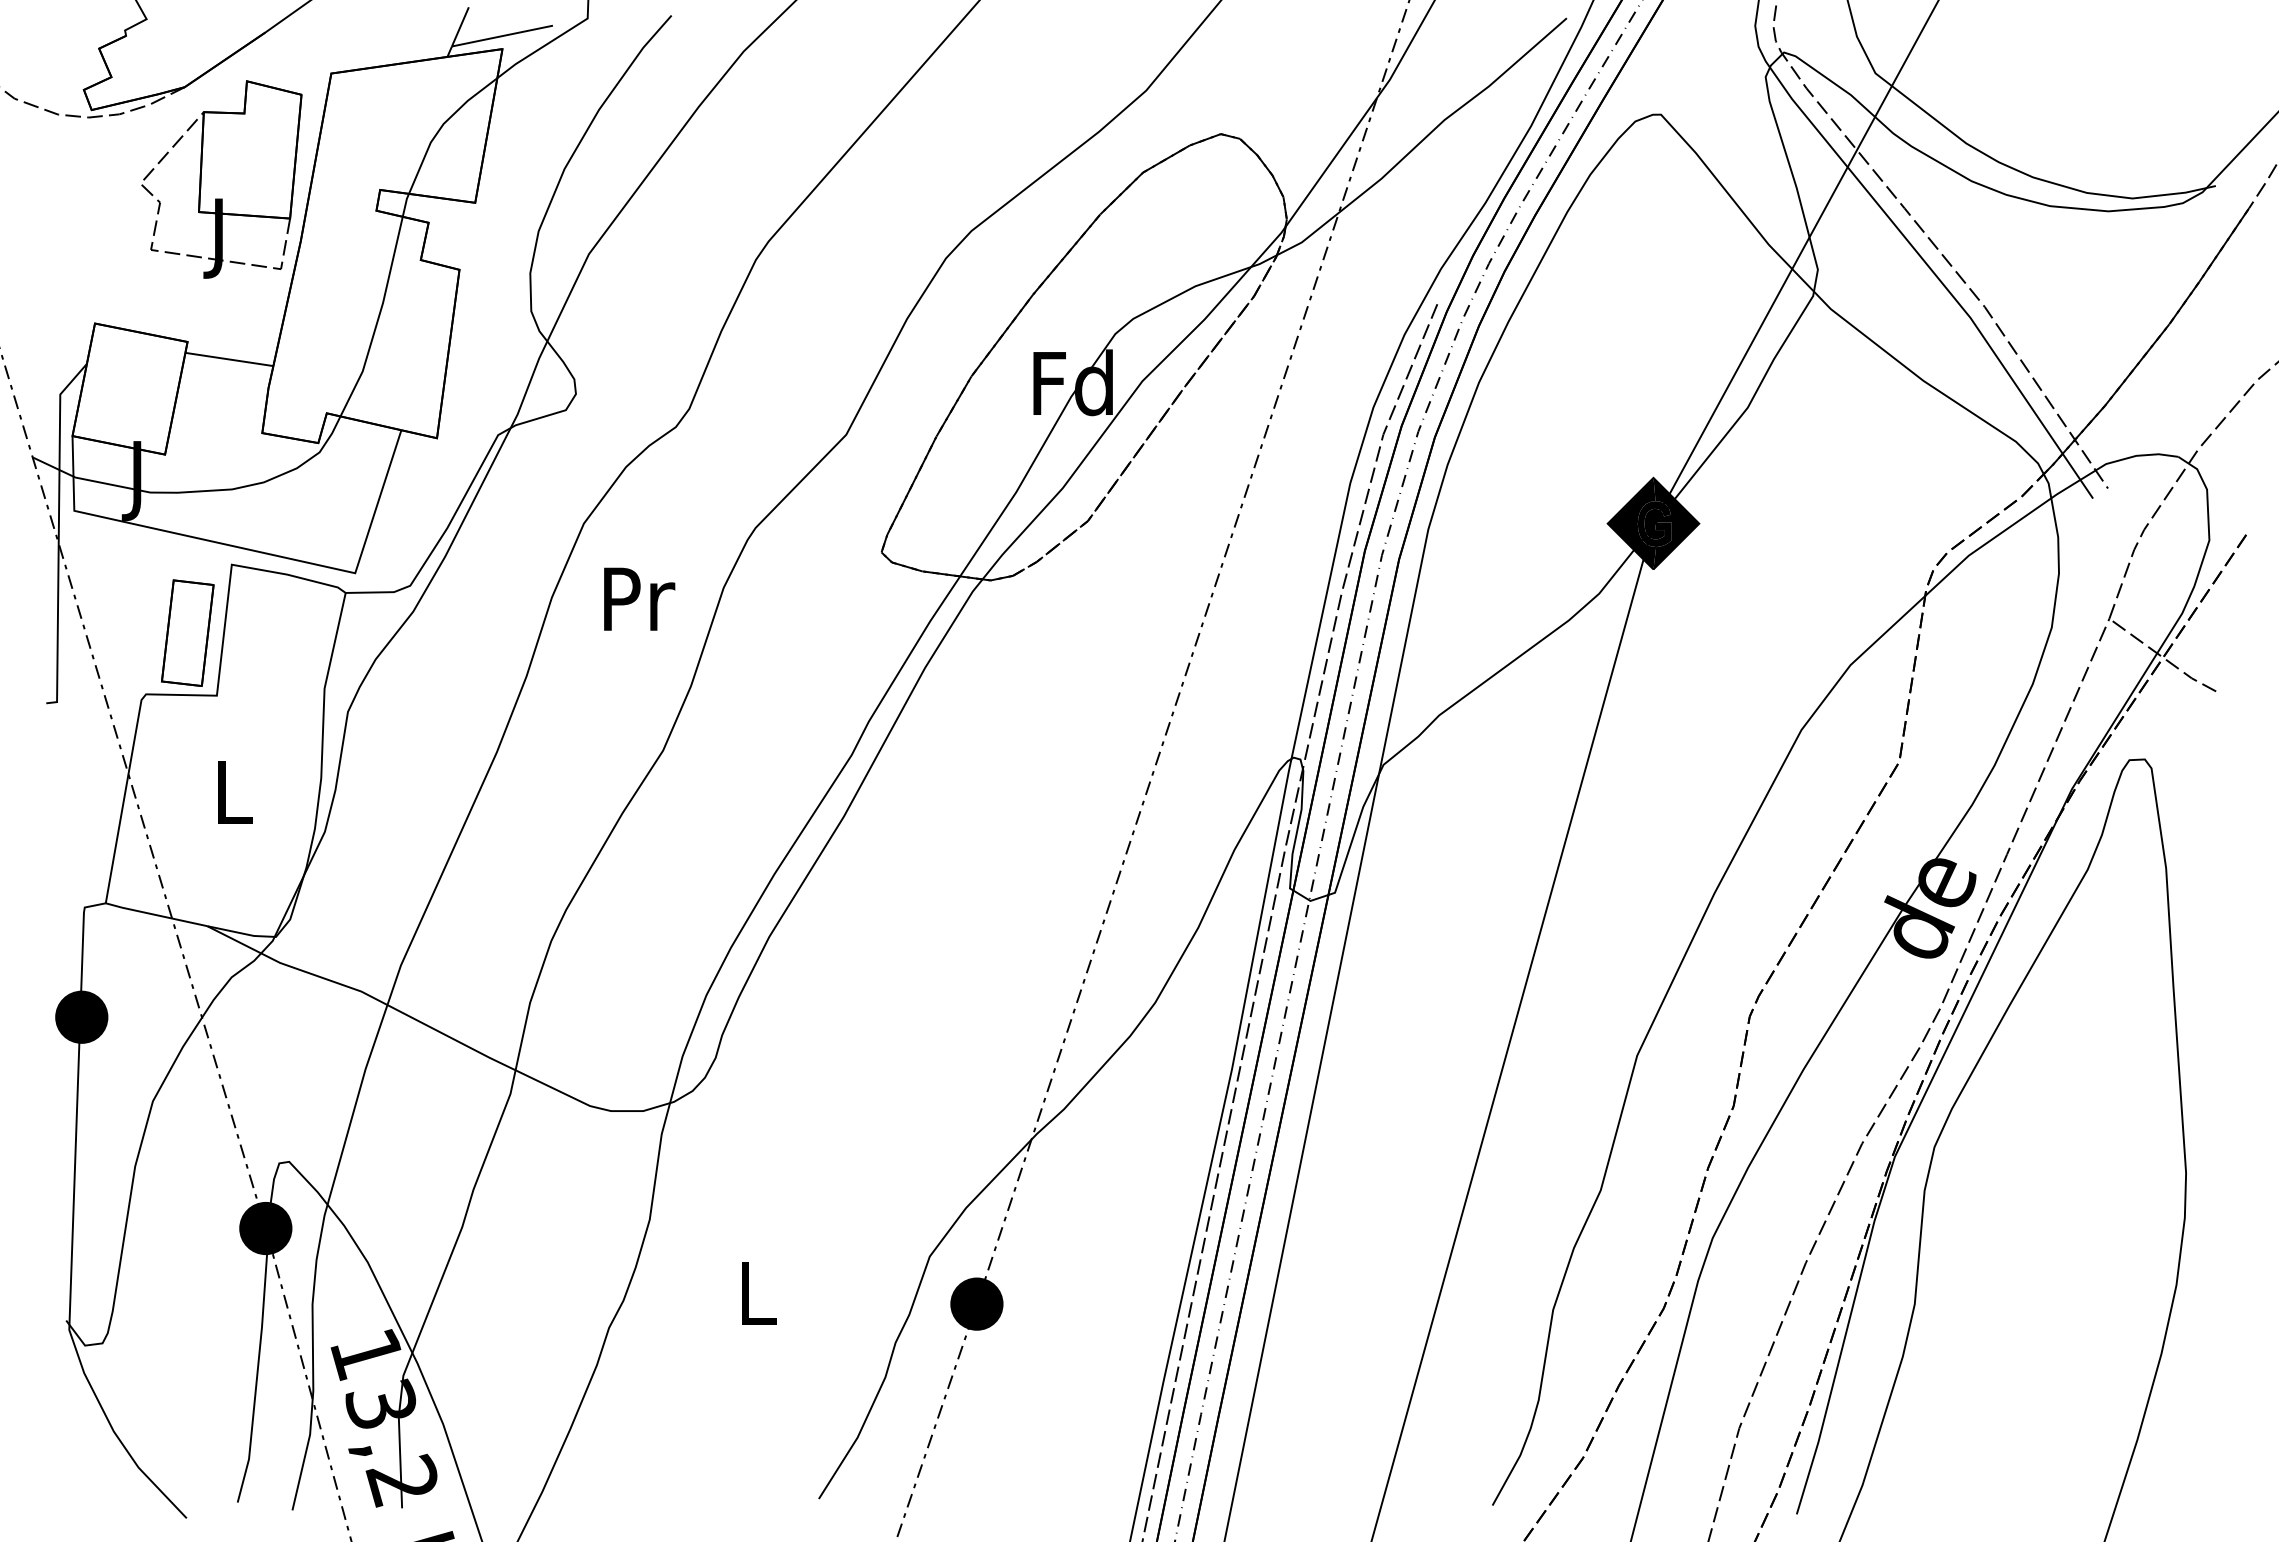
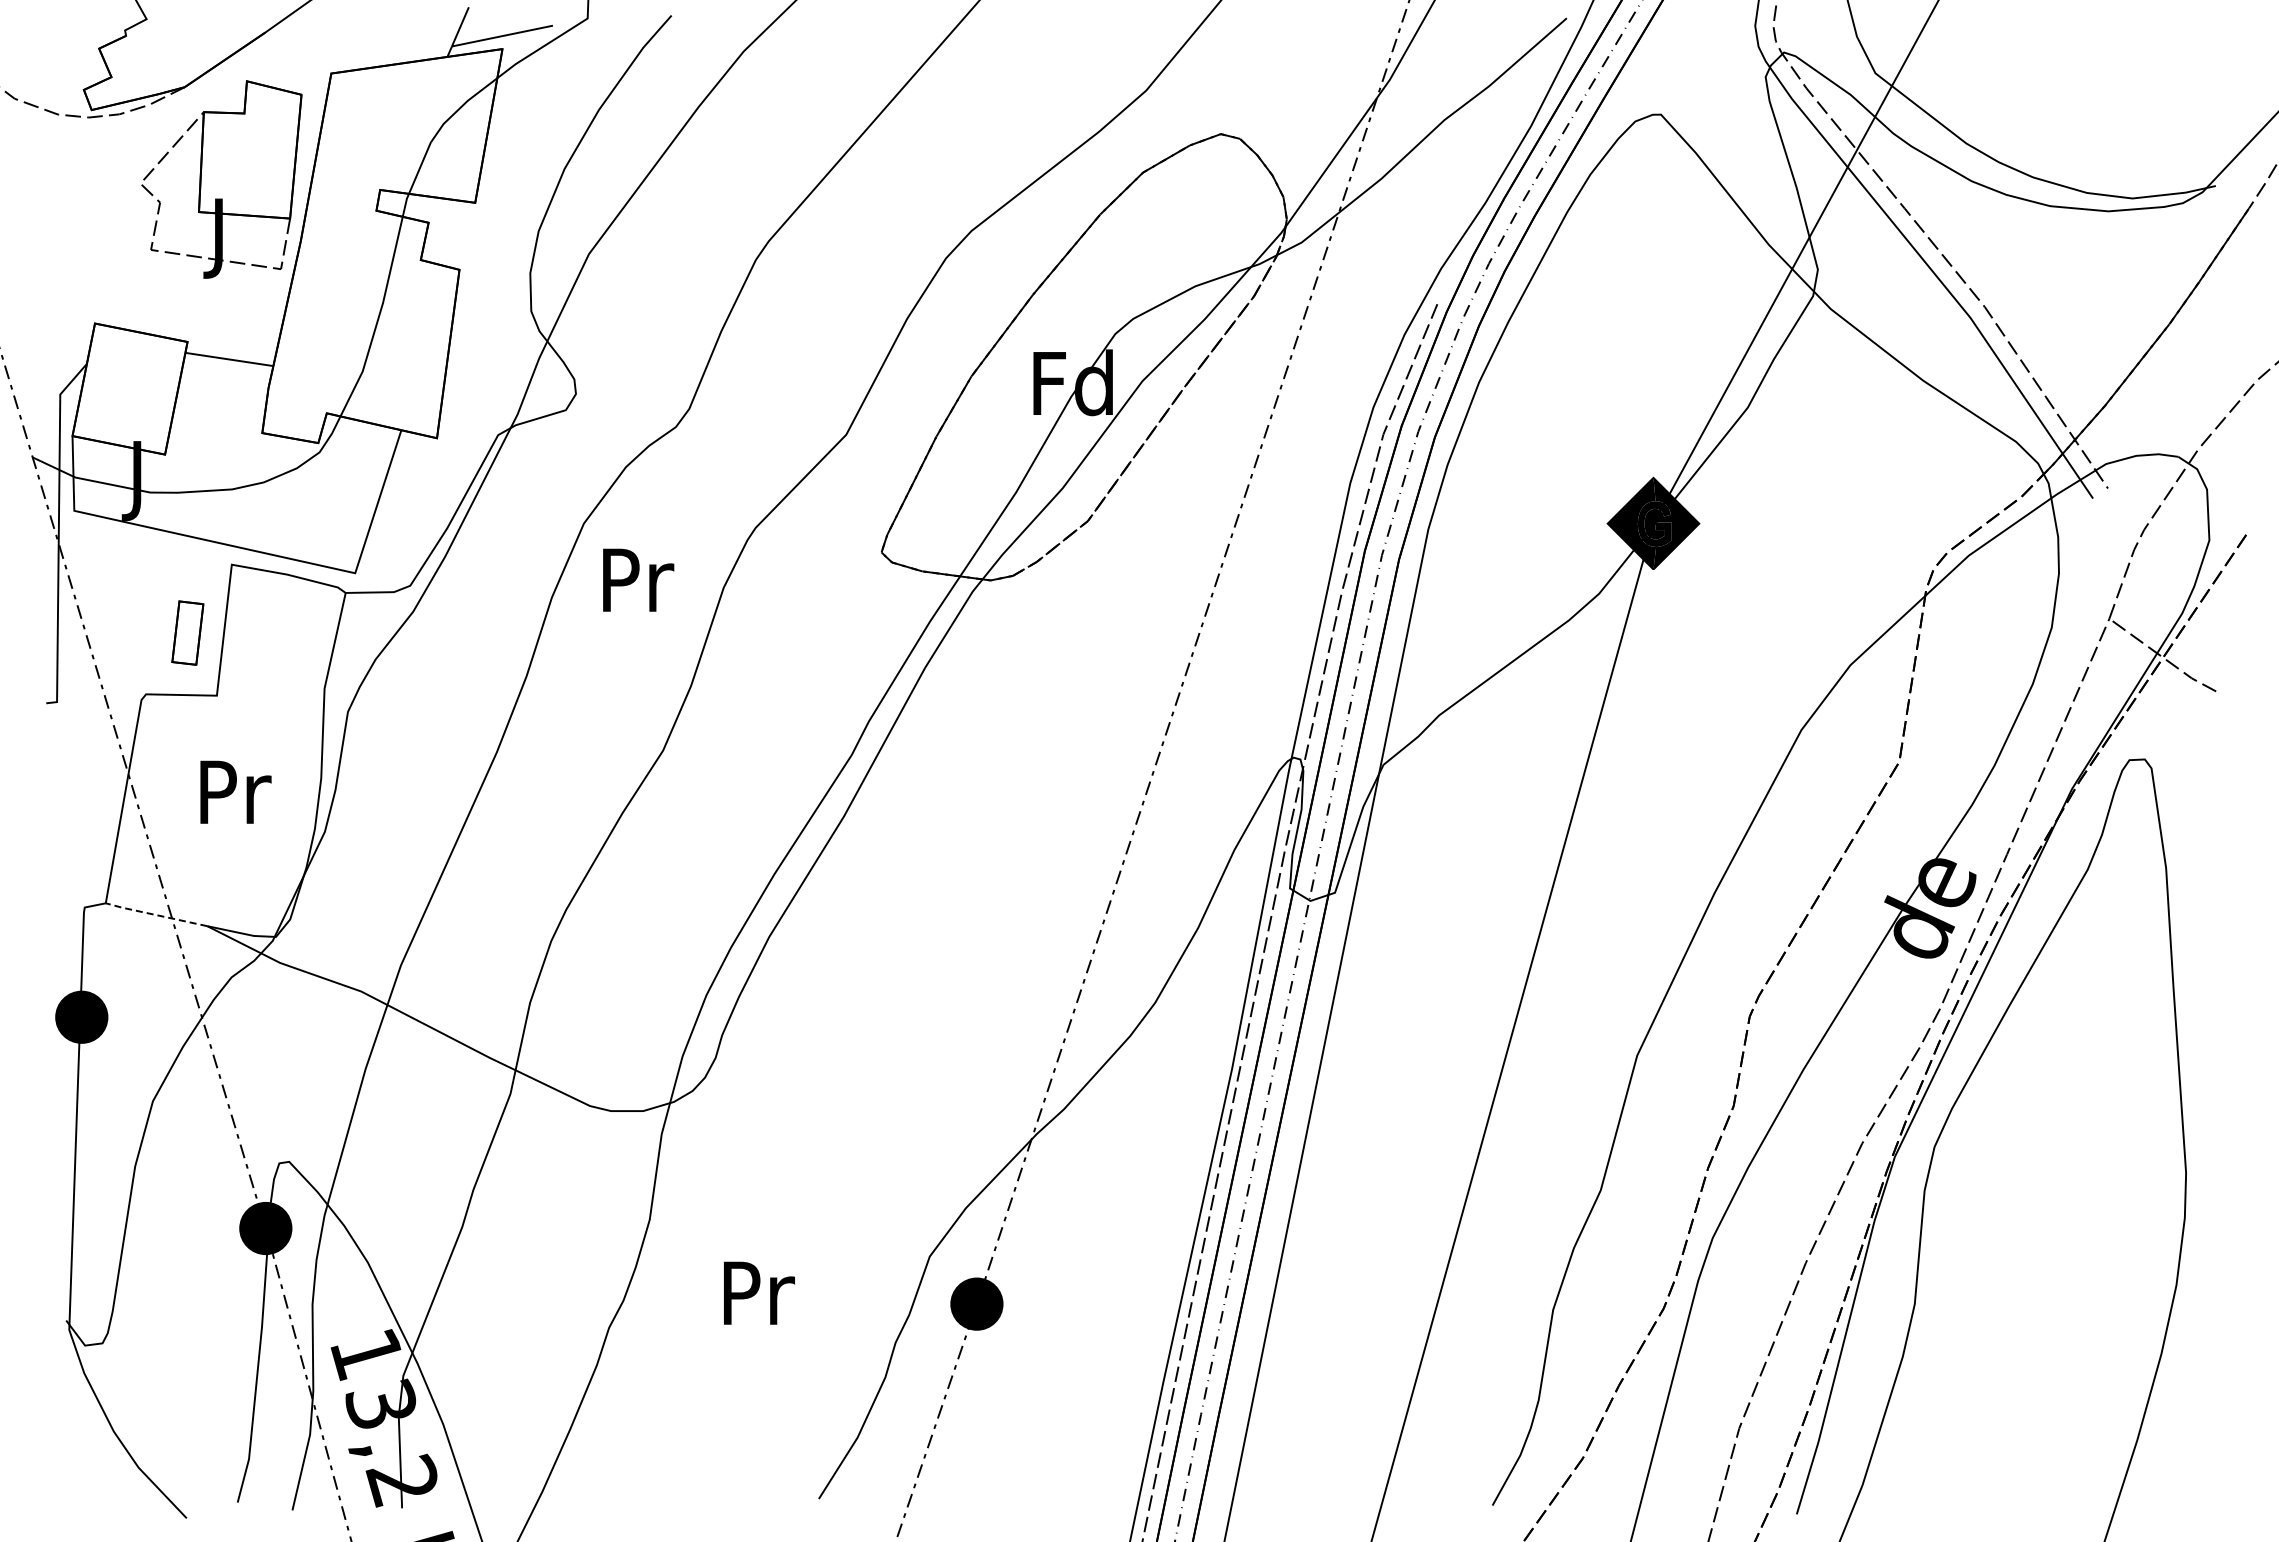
text at (639, 598) position: (639, 598) -> (638, 579)
part at (187, 632) size: 54x108 px -> 34x66 px
text at (235, 791): L -> Pr
line at (155, 914): solid -> dashed
text at (759, 1292): L -> Pr
